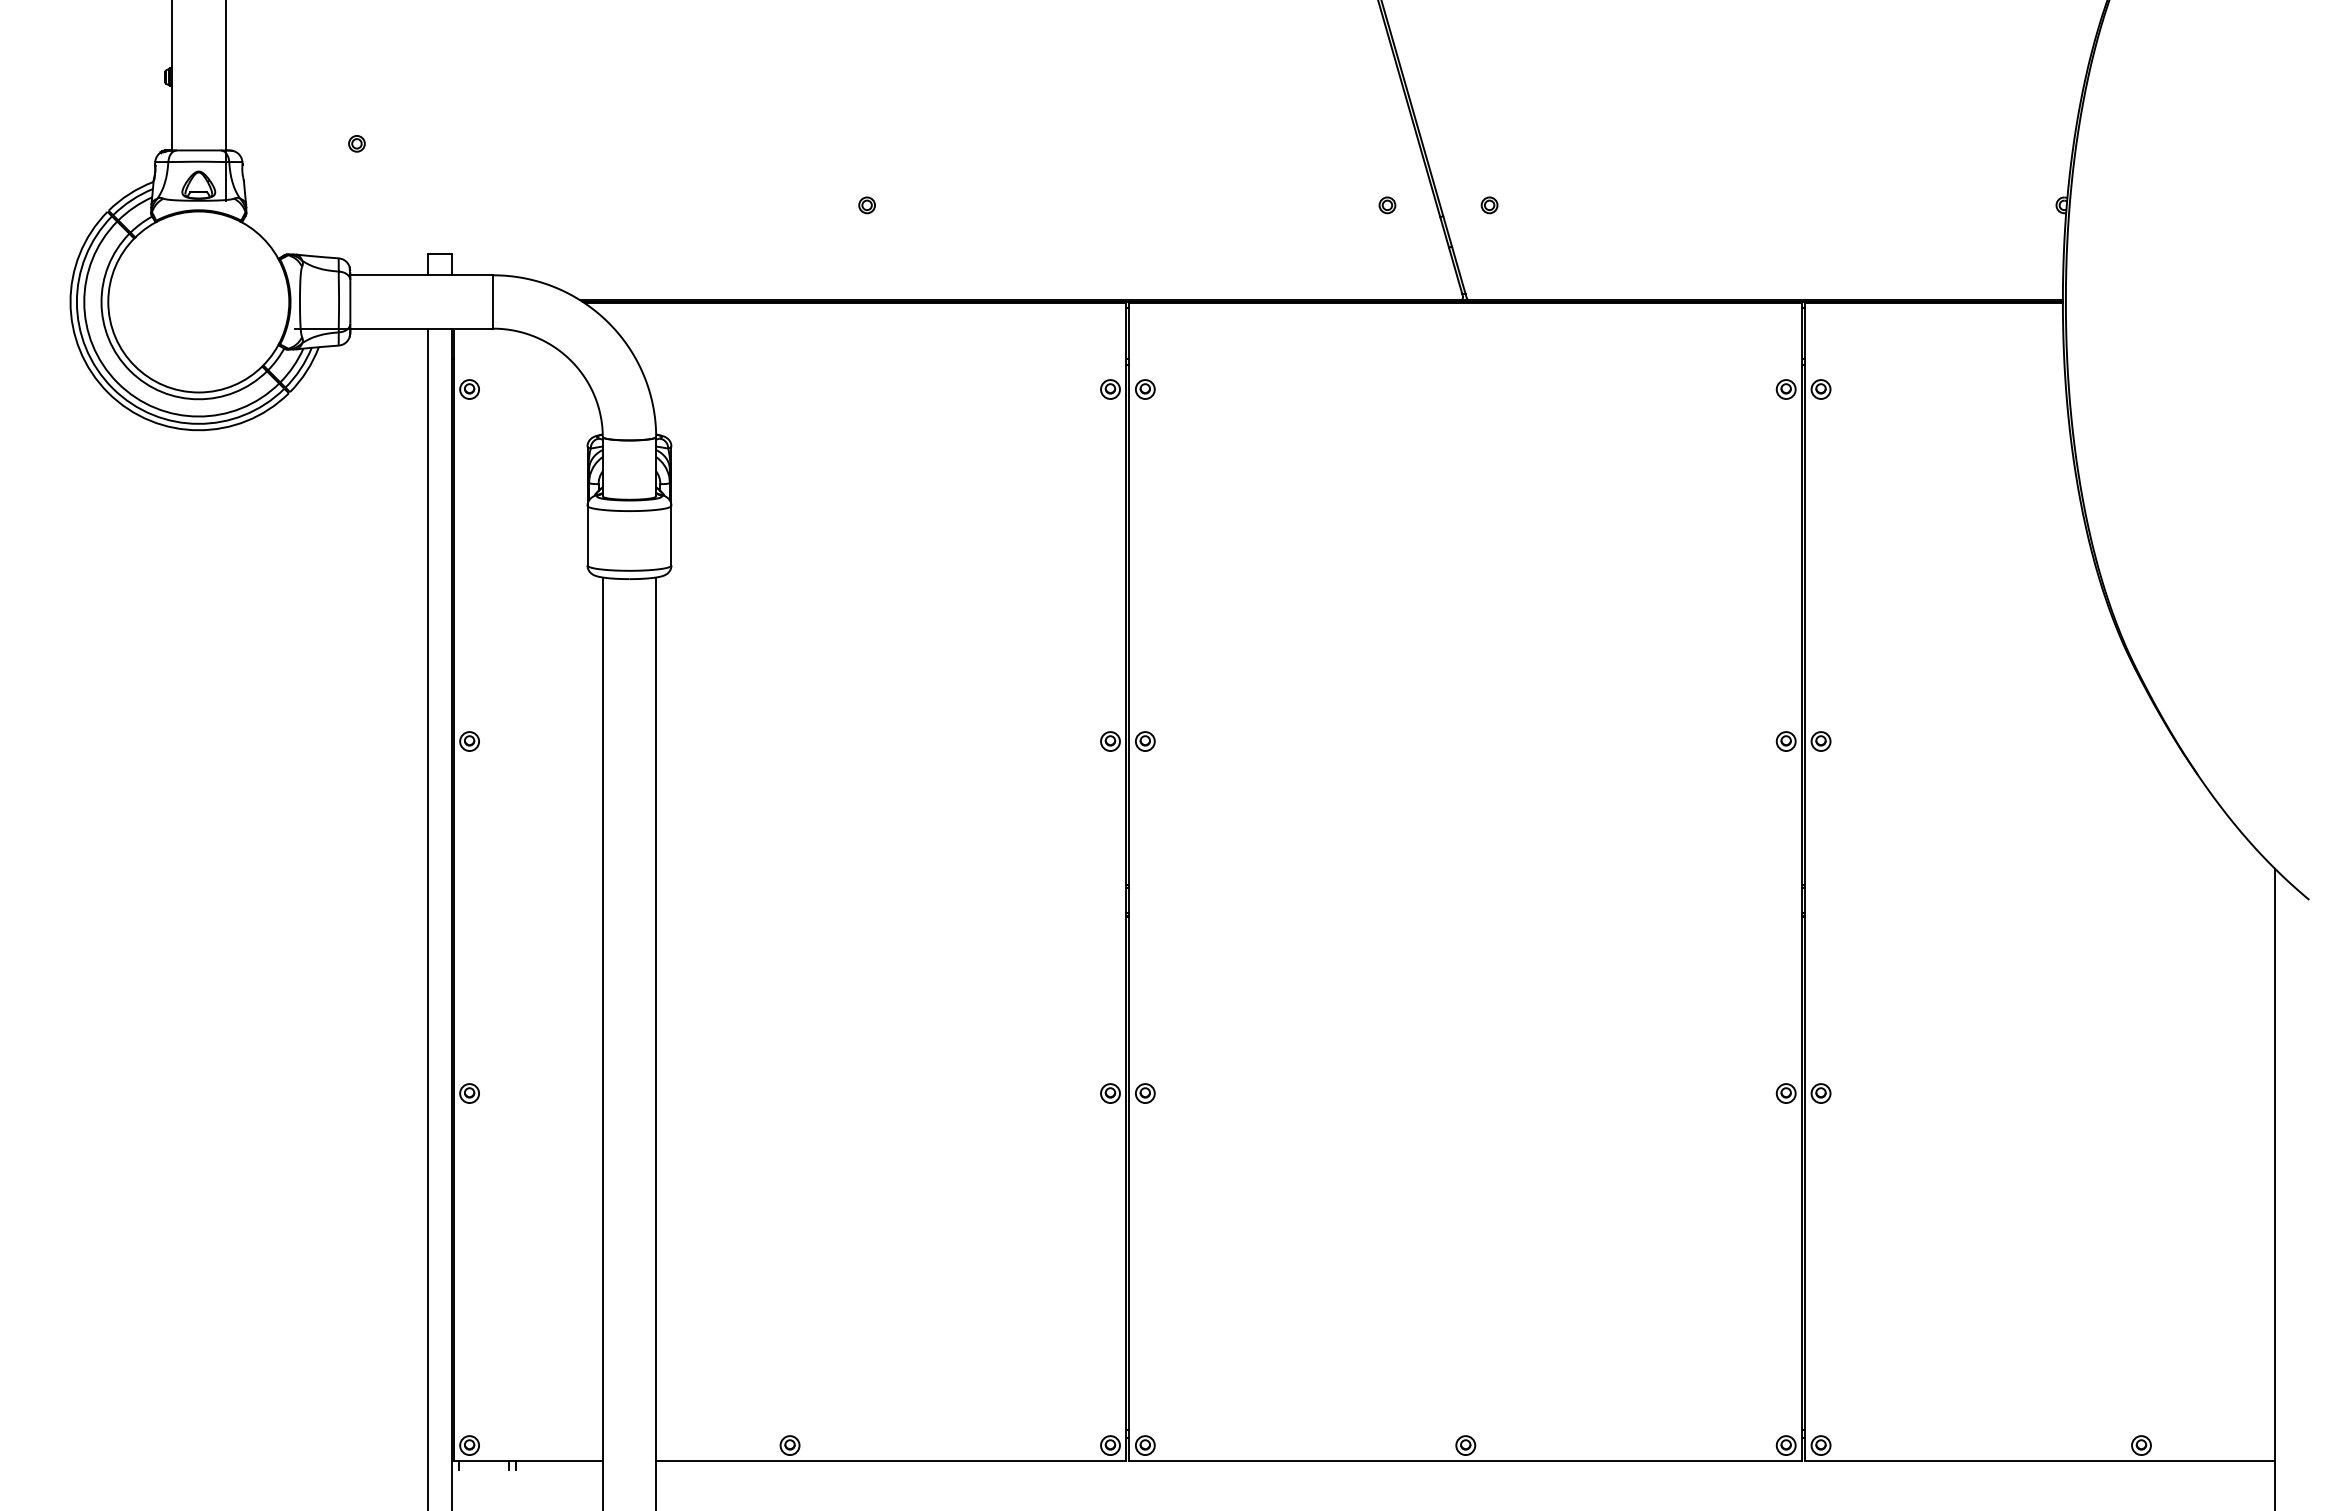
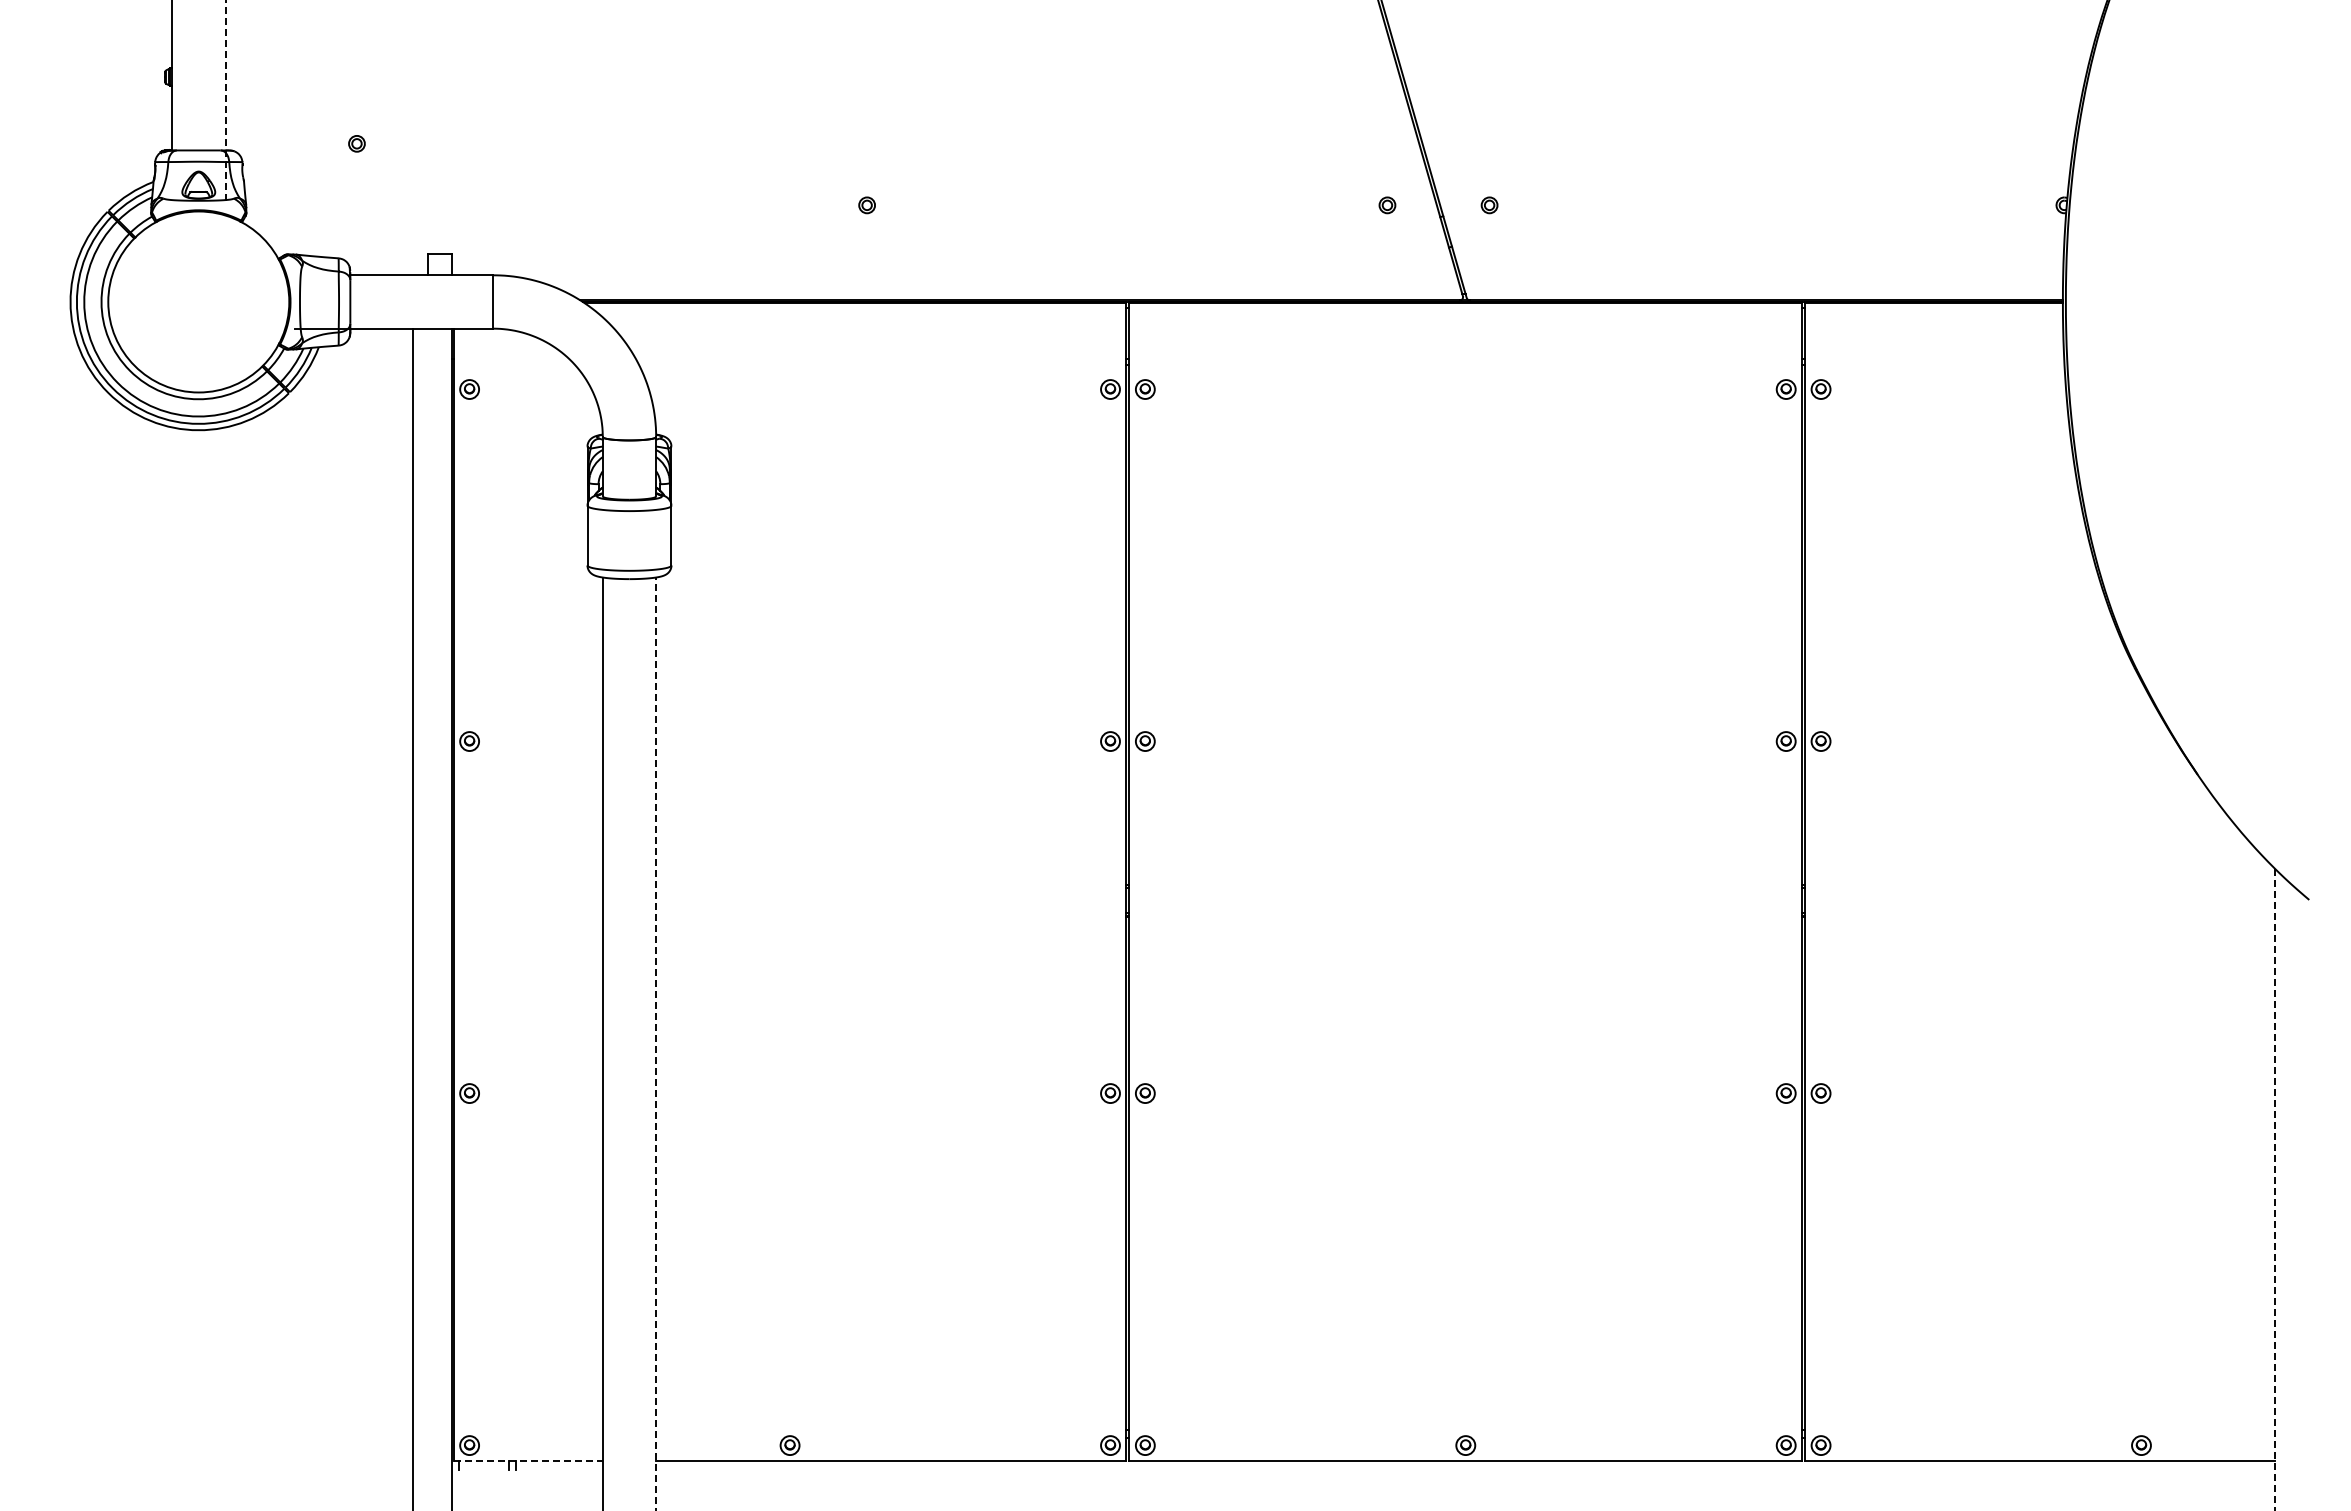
line at (225, 100): solid -> dashed
line at (428, 917) position: (428, 917) -> (413, 917)
line at (656, 1043): solid -> dashed
line at (2275, 1190): solid -> dashed
line at (528, 1461): solid -> dashed
